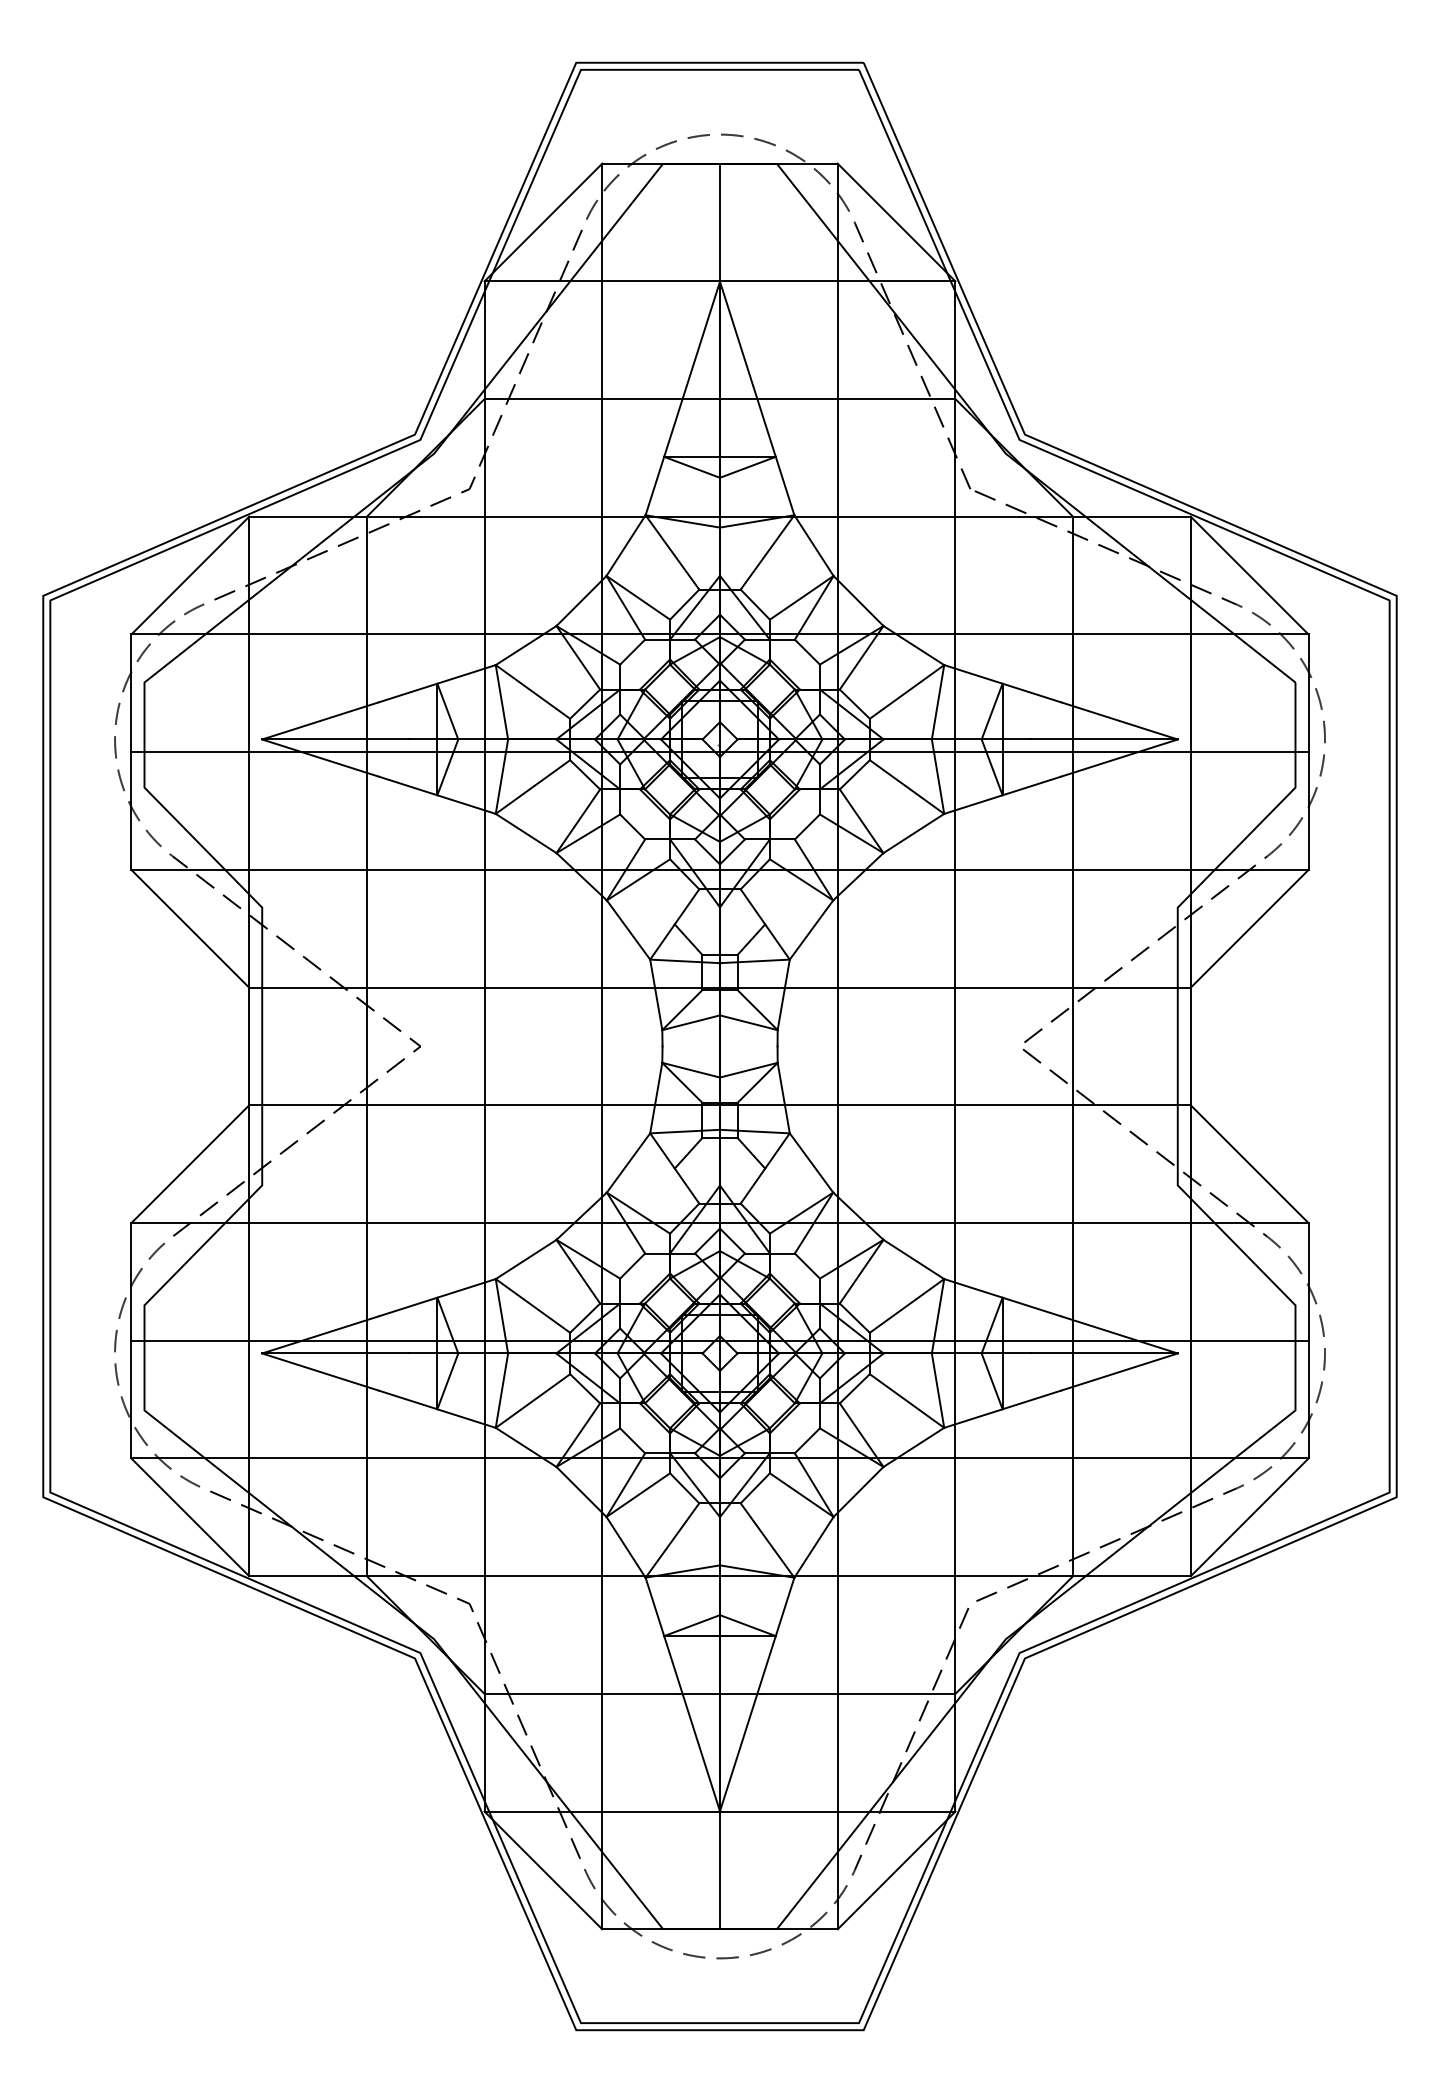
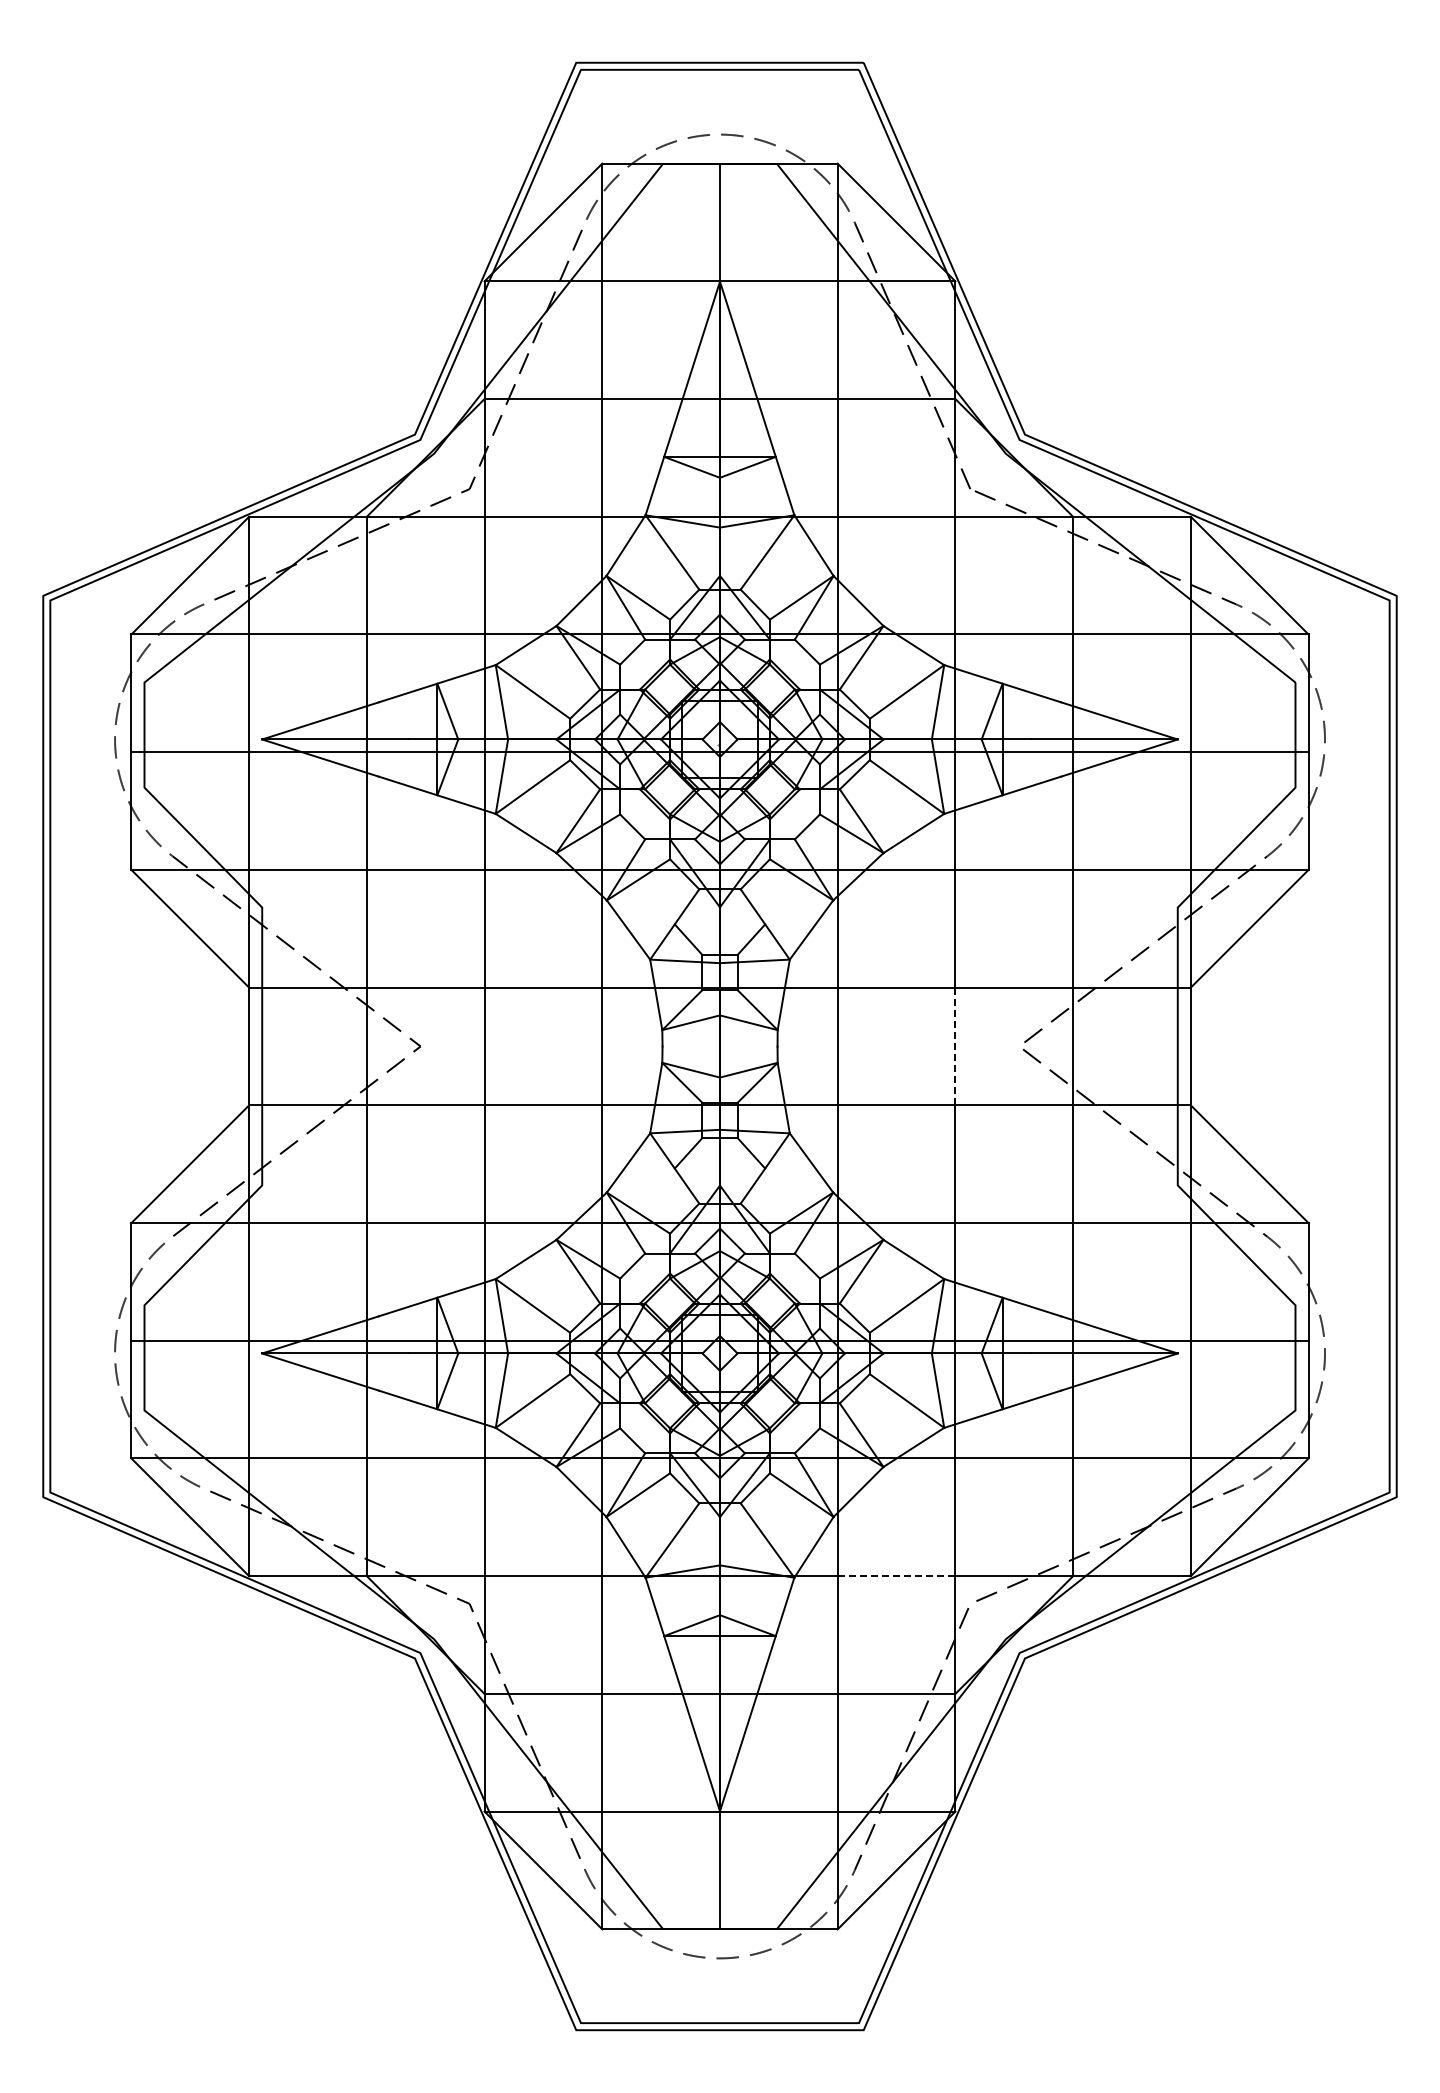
line at (955, 1046): solid -> dashed
line at (896, 1576): solid -> dashed
